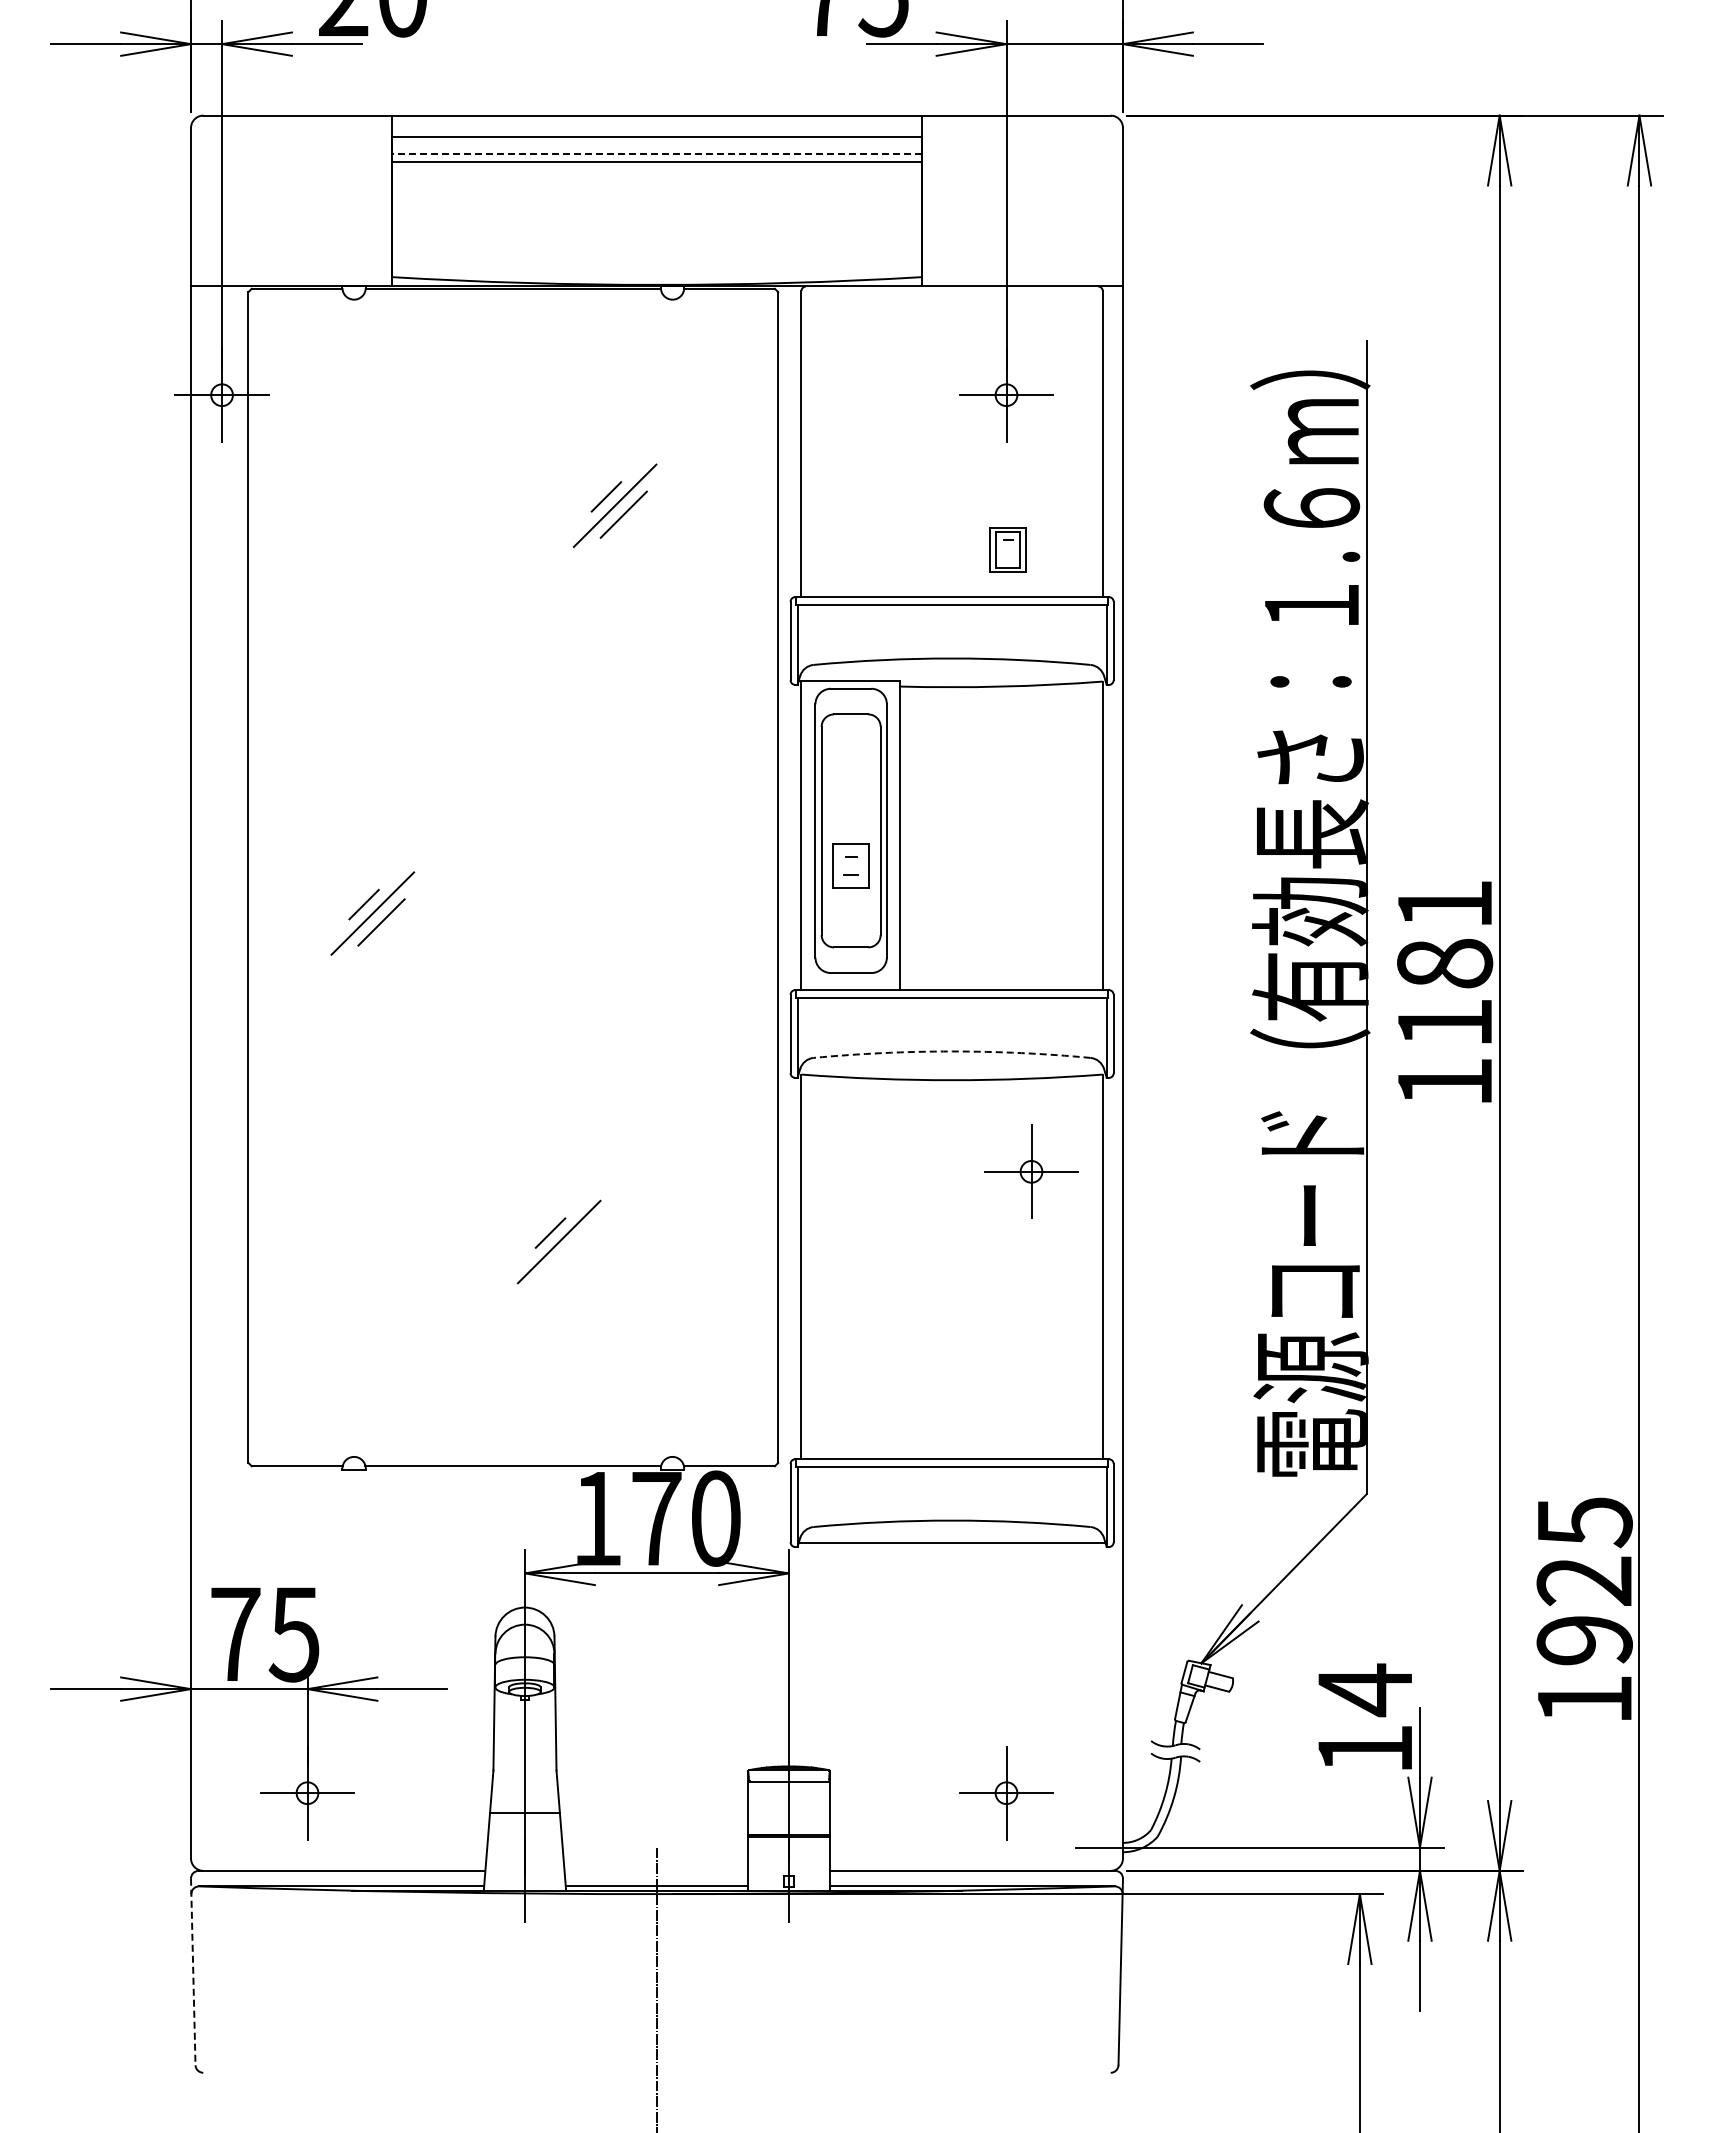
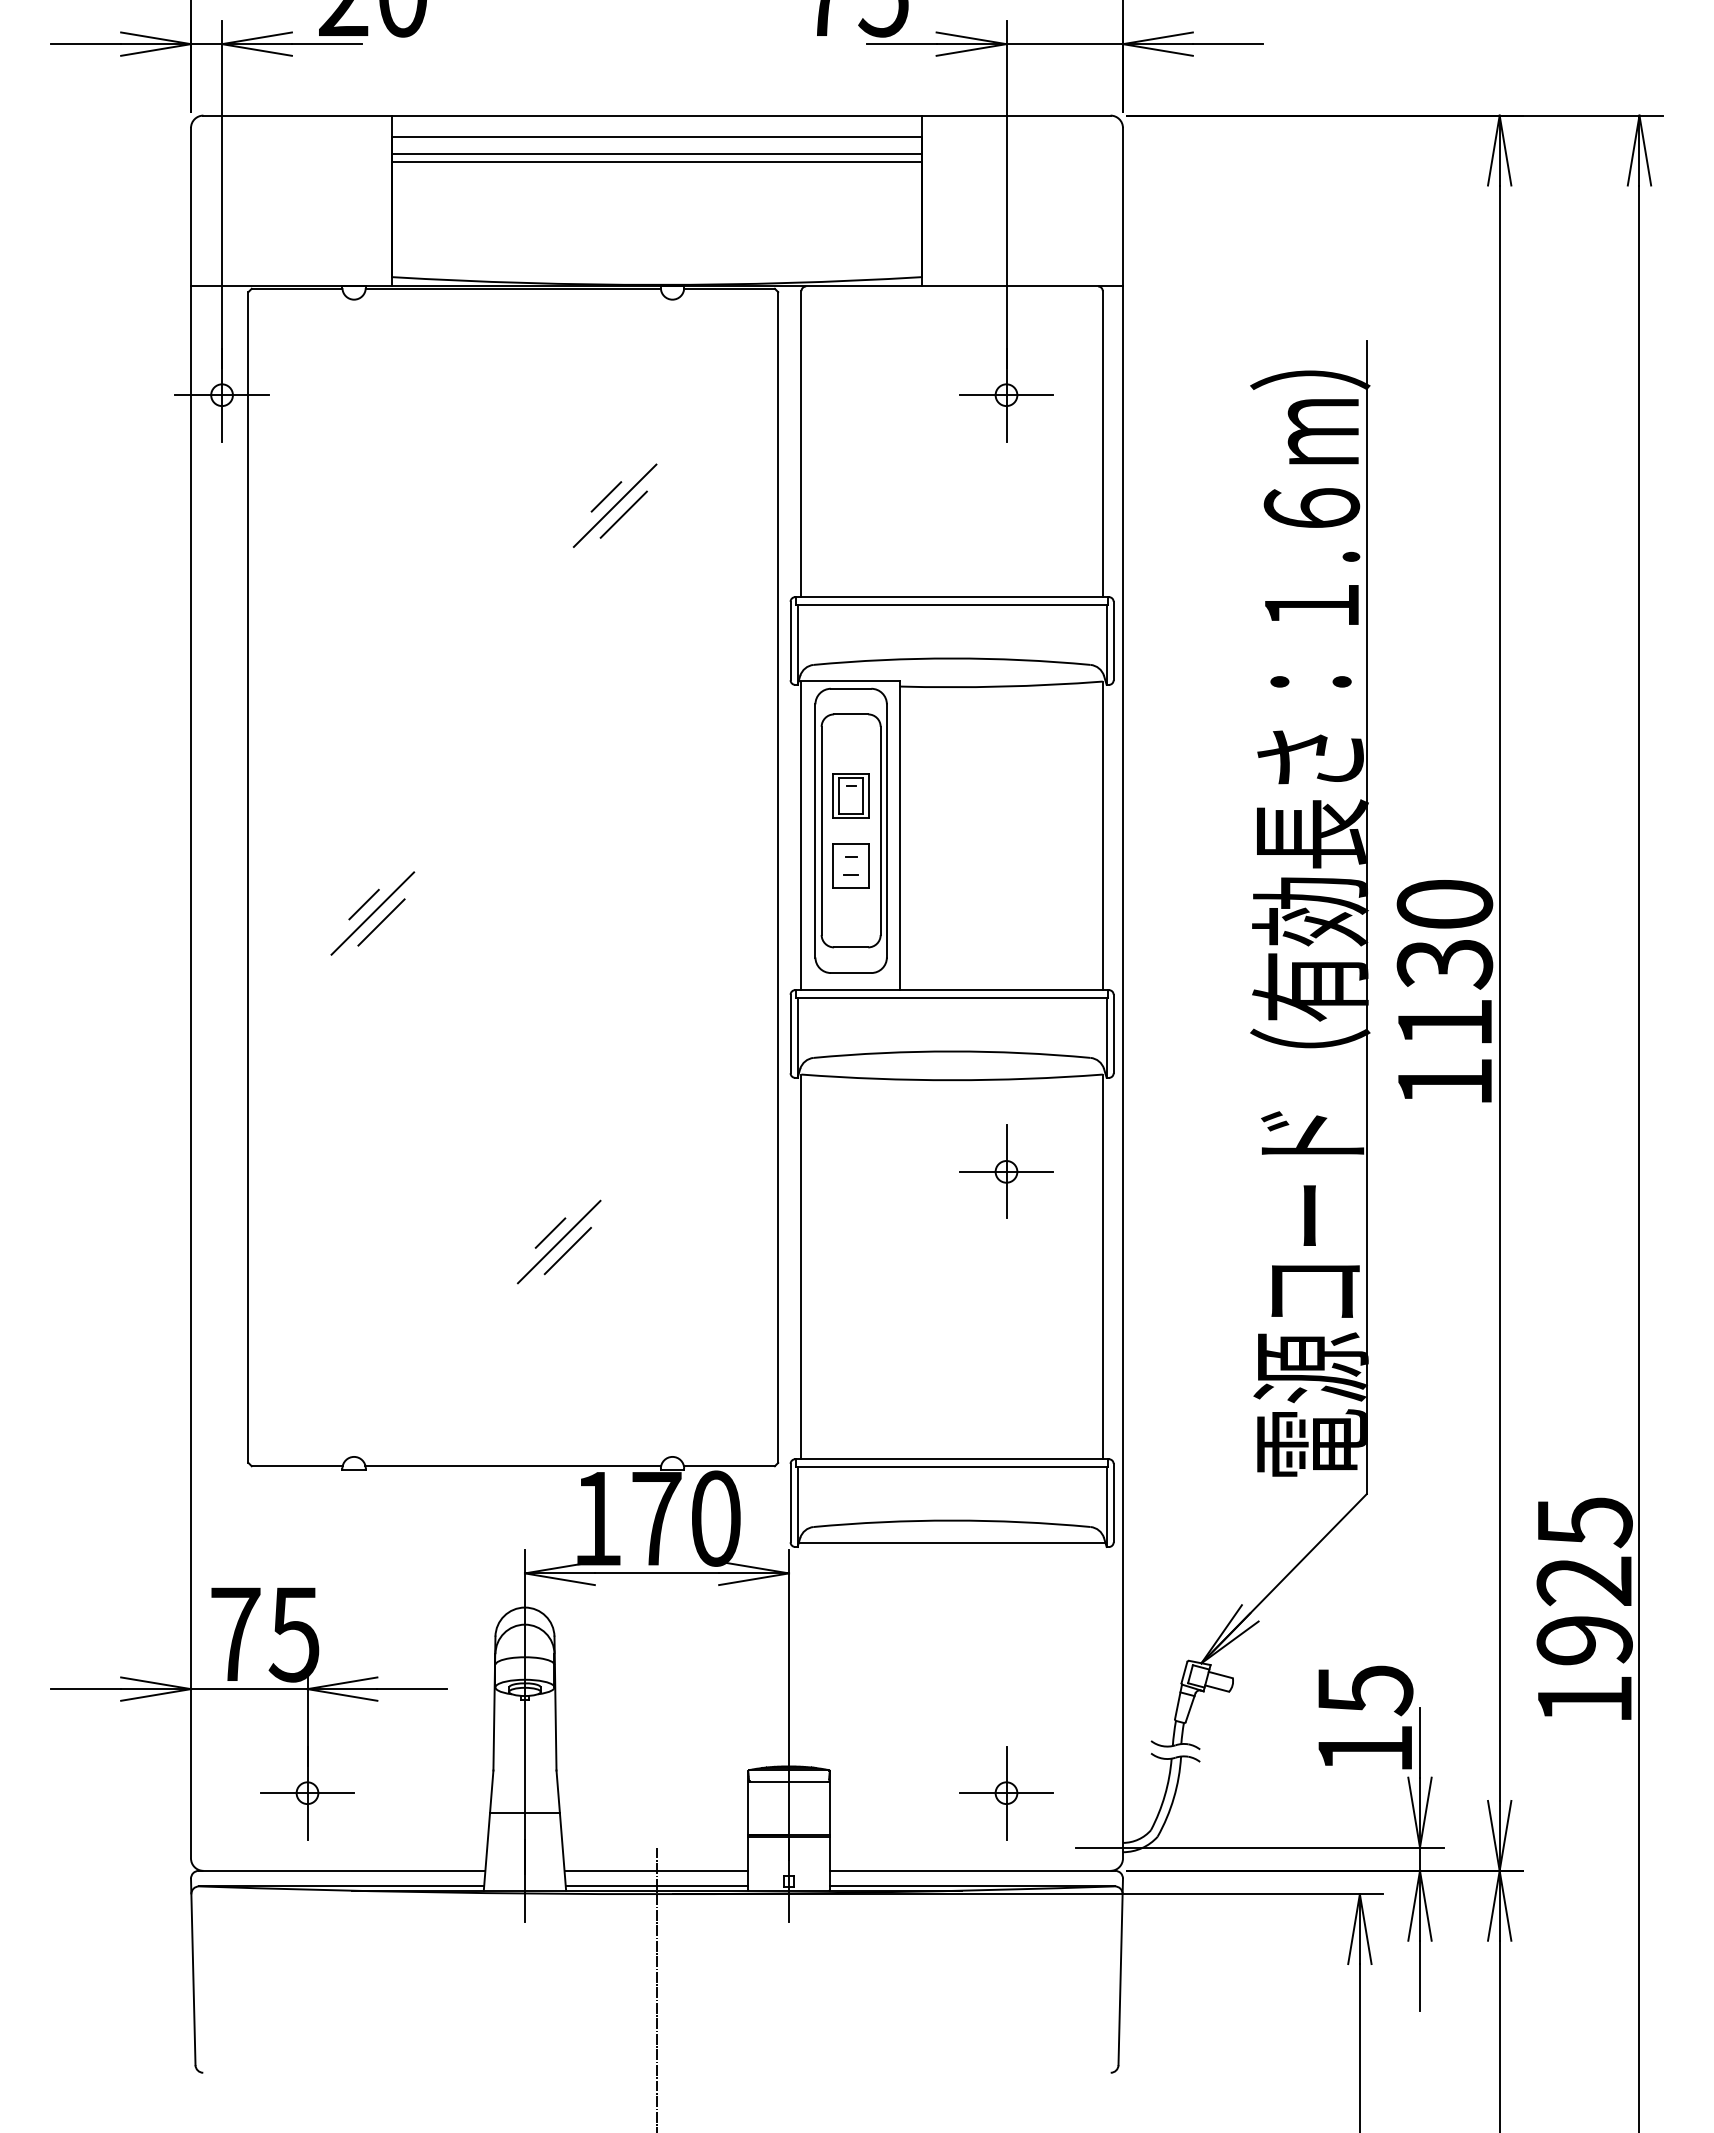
line at (657, 154): dashed -> solid
part at (1007, 549) position: (1007, 549) -> (850, 795)
text at (1444, 934): 1181 -> 1130
arc at (952, 1051): dashed -> solid
part at (1031, 1171) position: (1031, 1171) -> (1006, 1171)
line at (567, 1250): none -> present
text at (1365, 1690): 14 -> 15
line at (656, 1870): none -> present
line at (193, 1972): dashed -> solid
